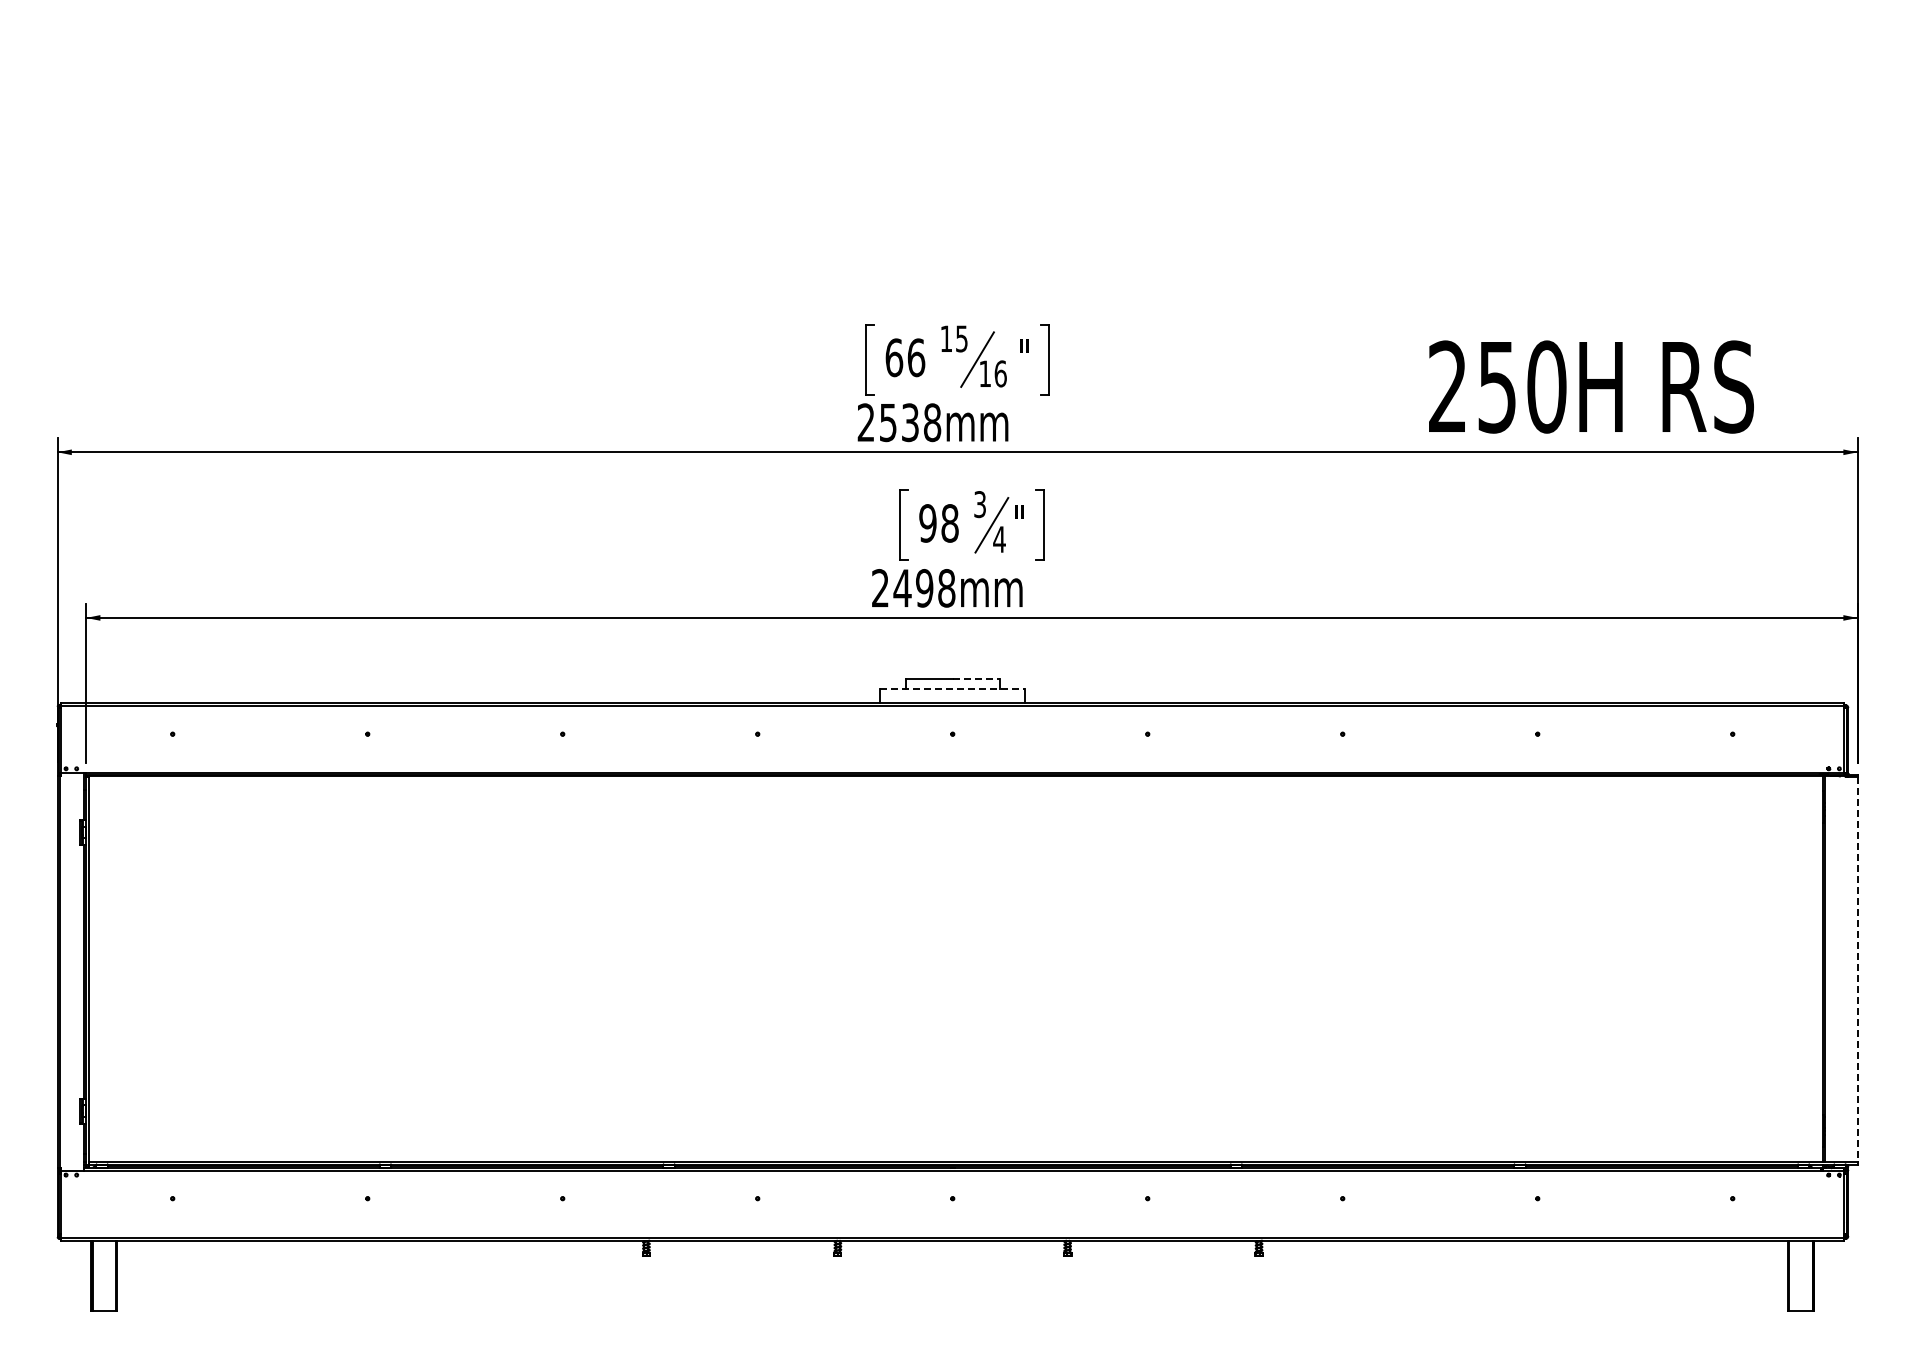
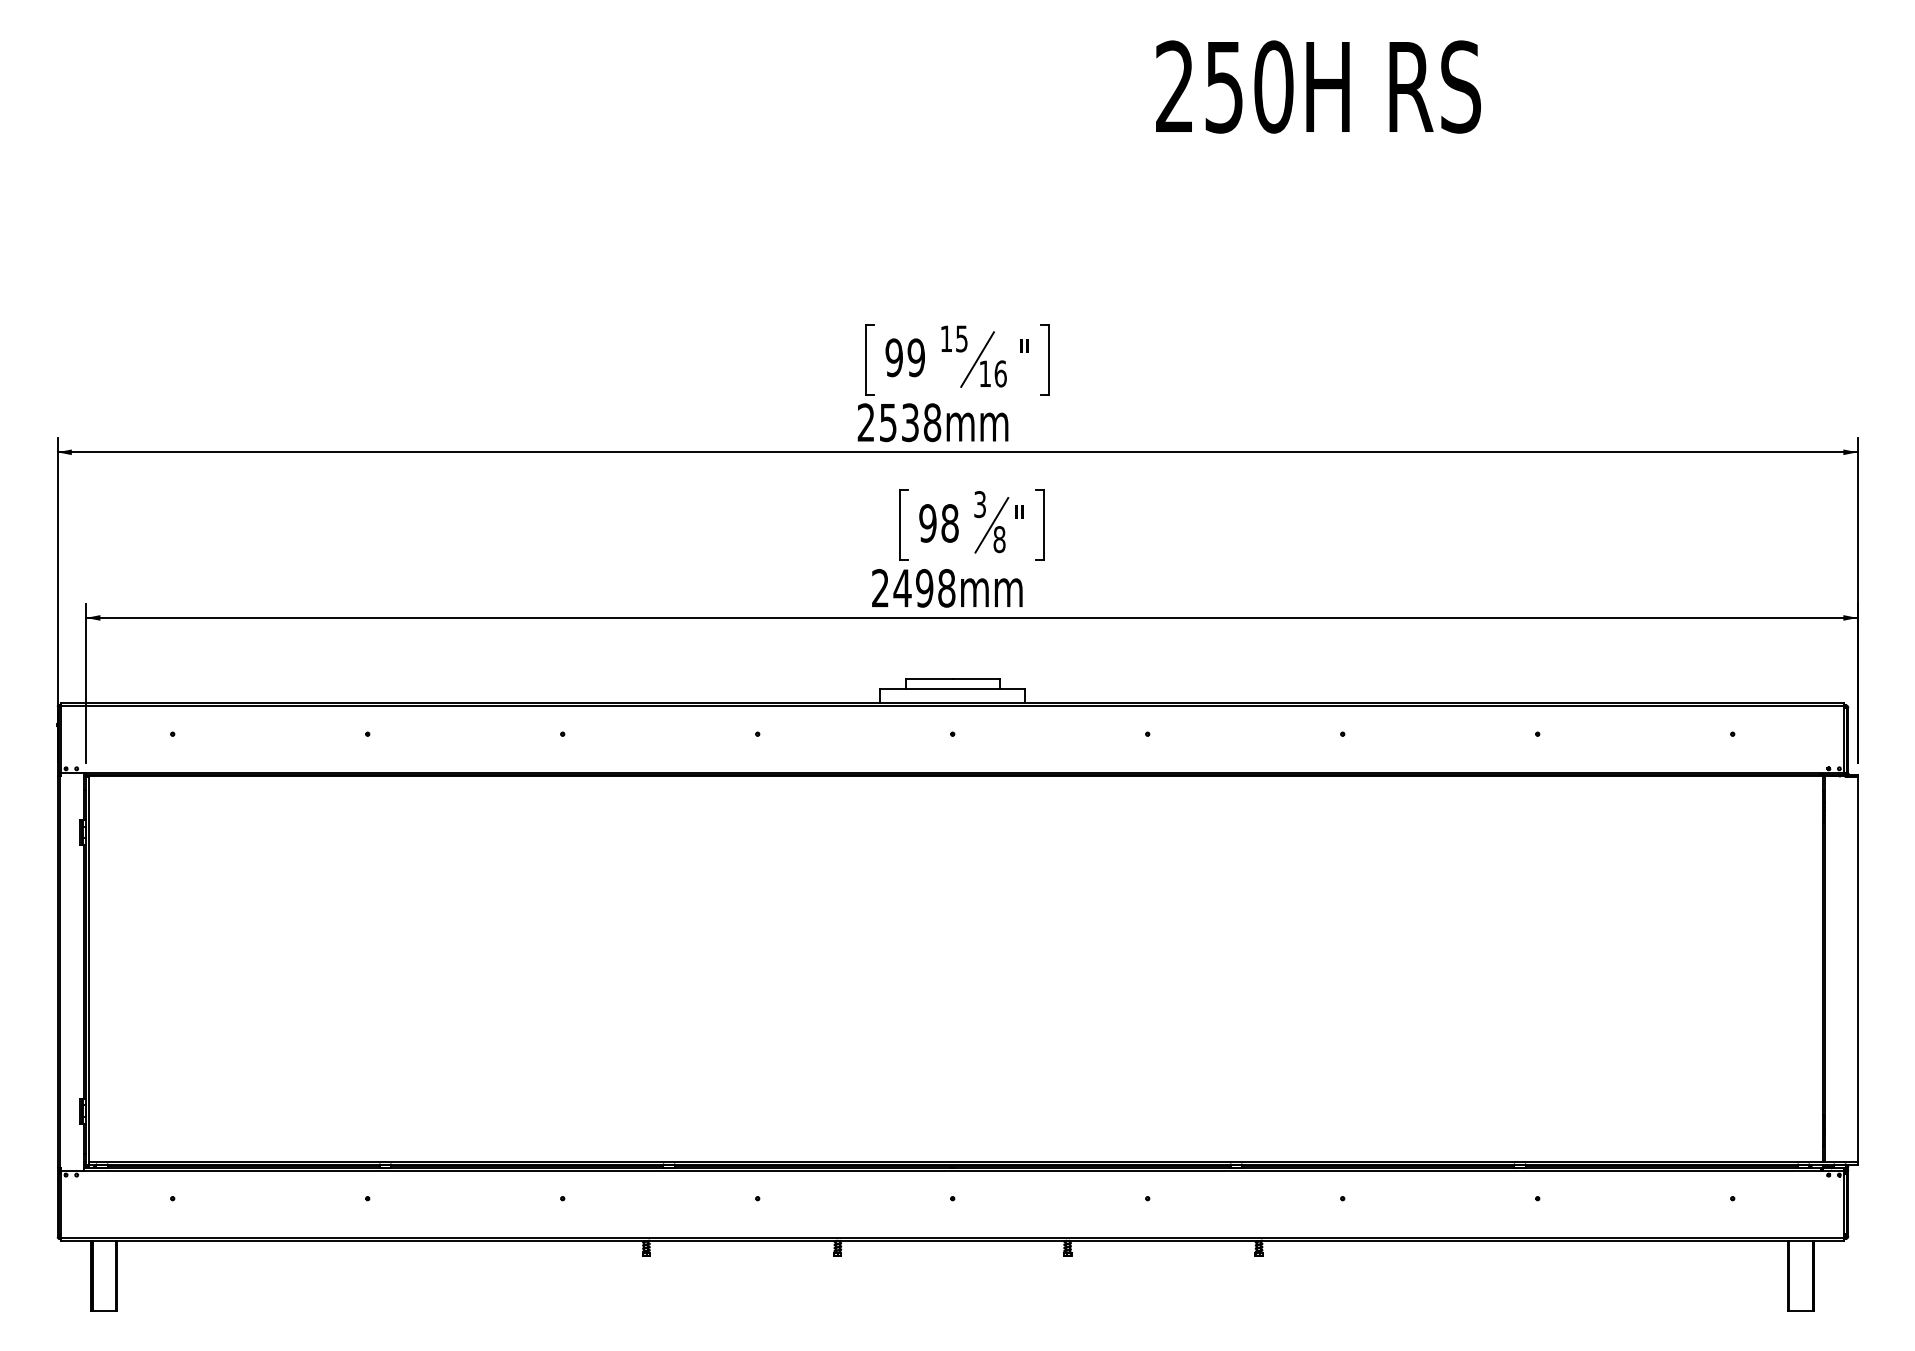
text at (905, 357): 66 -> 99
text at (1591, 386) position: (1591, 386) -> (1318, 86)
text at (999, 539): 4 -> 8
line at (976, 678): dashed -> solid
line at (953, 688): dashed -> solid
line at (1857, 969): dashed -> solid
